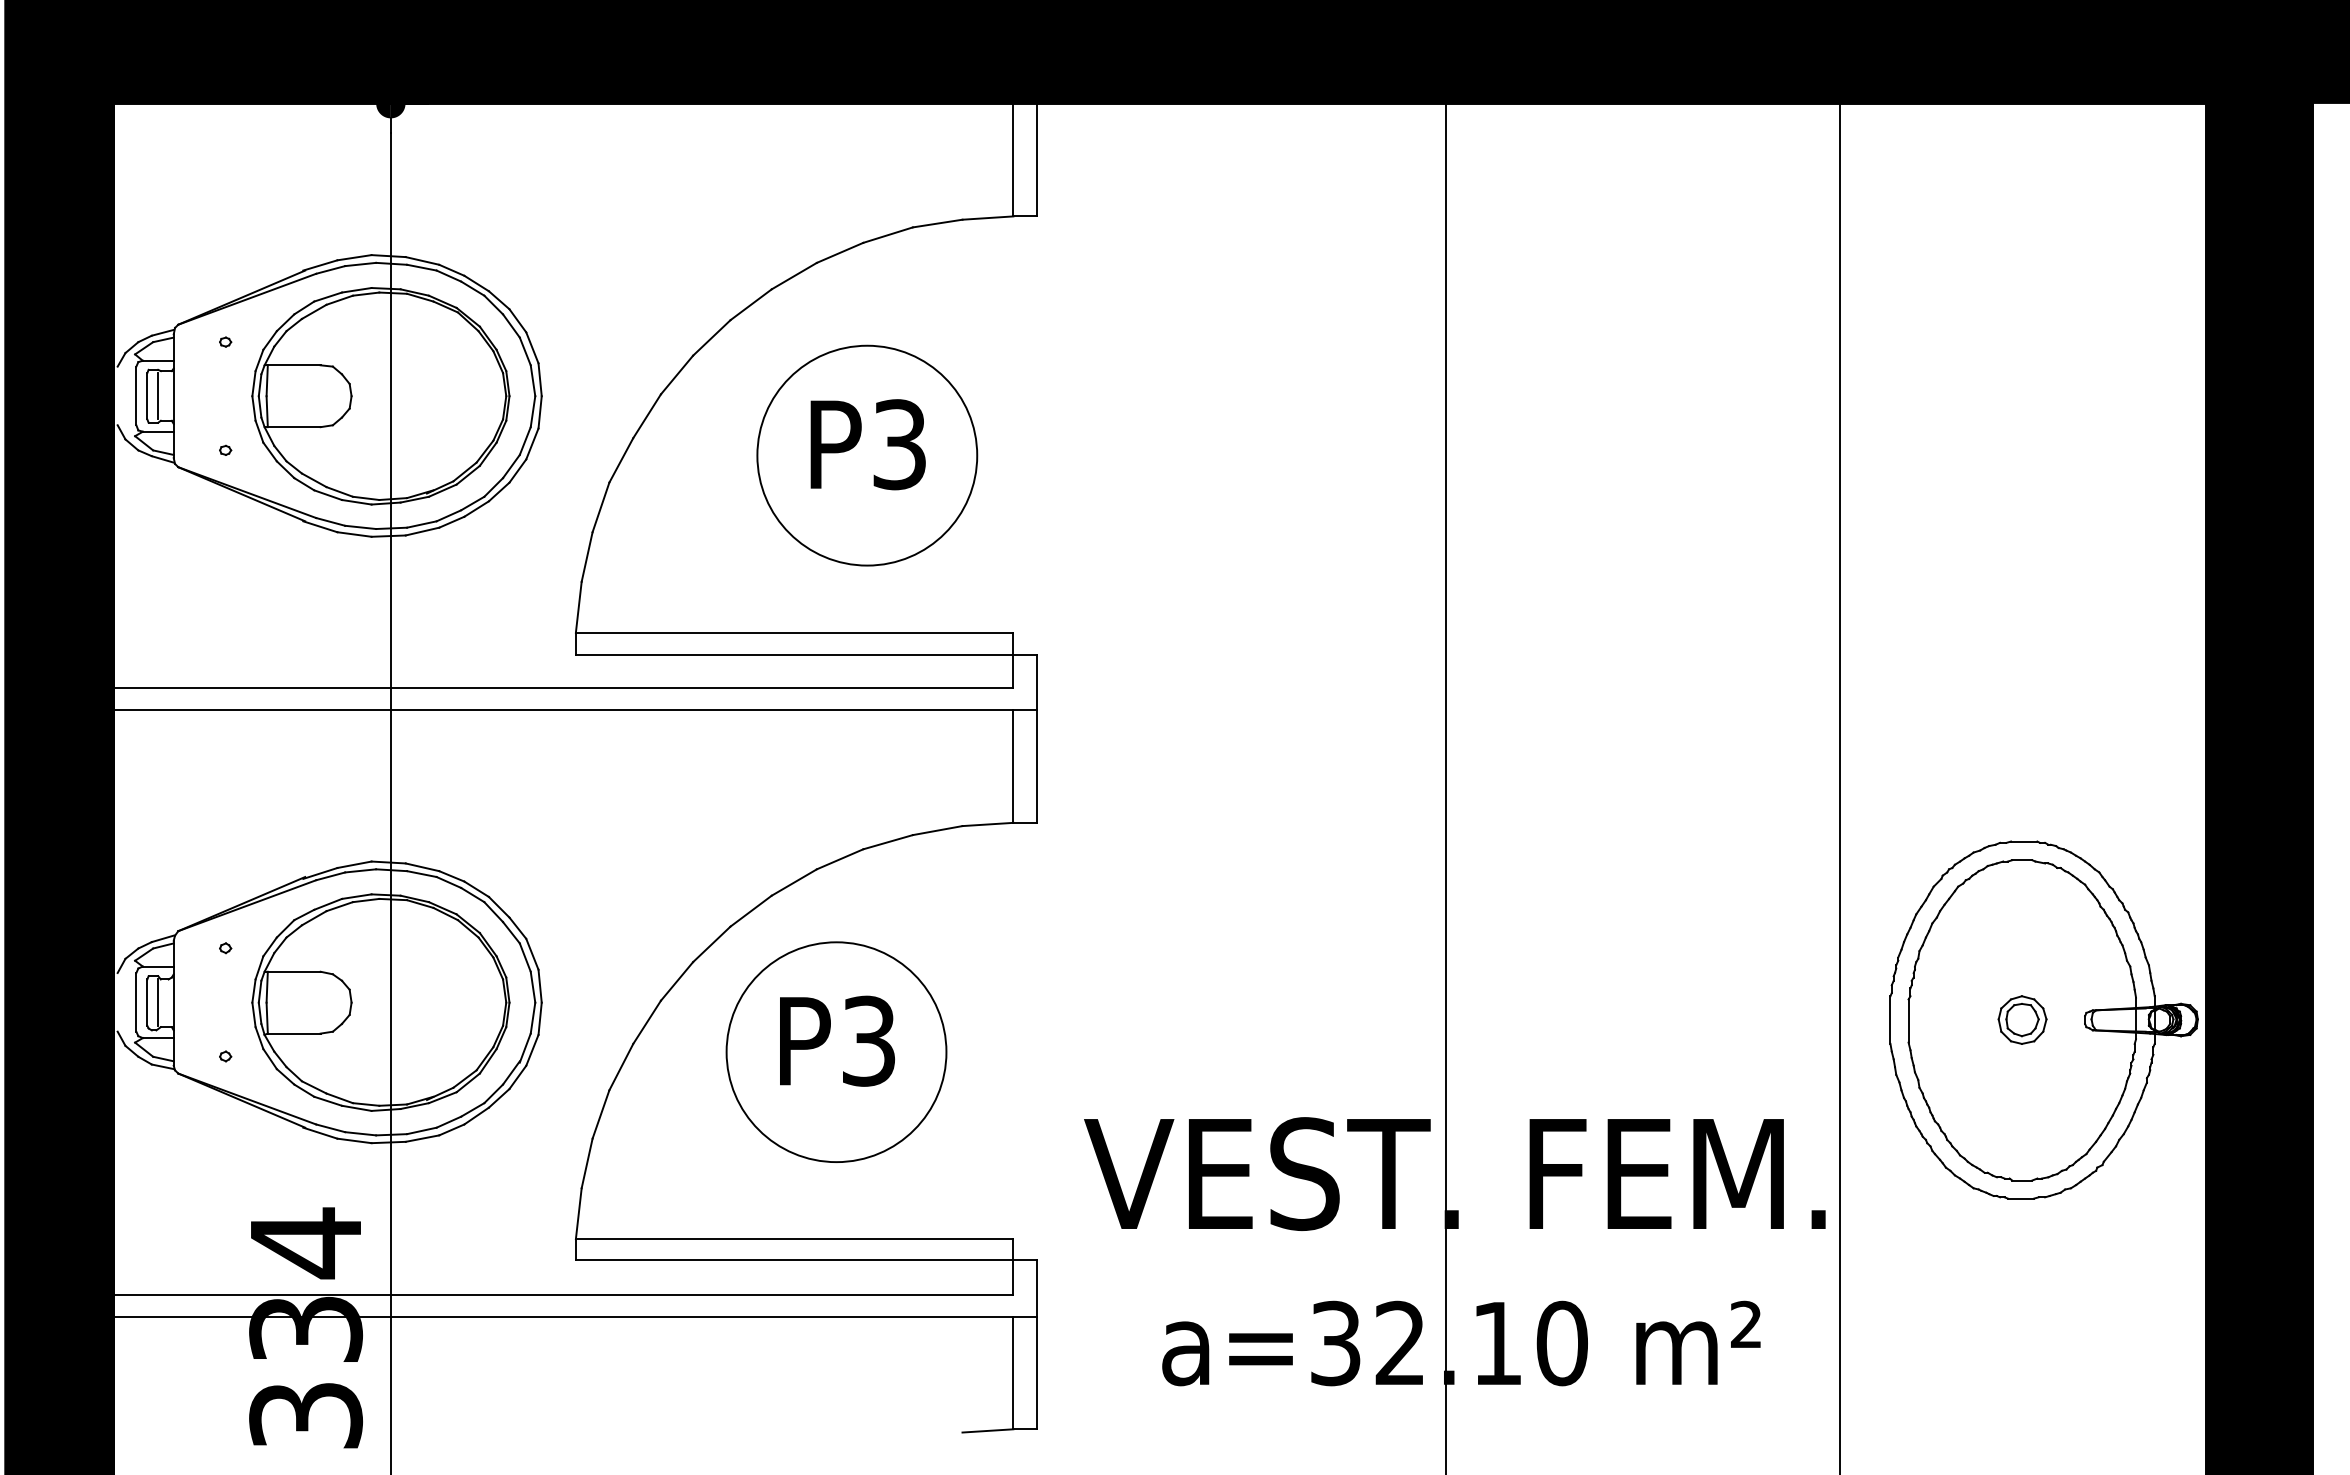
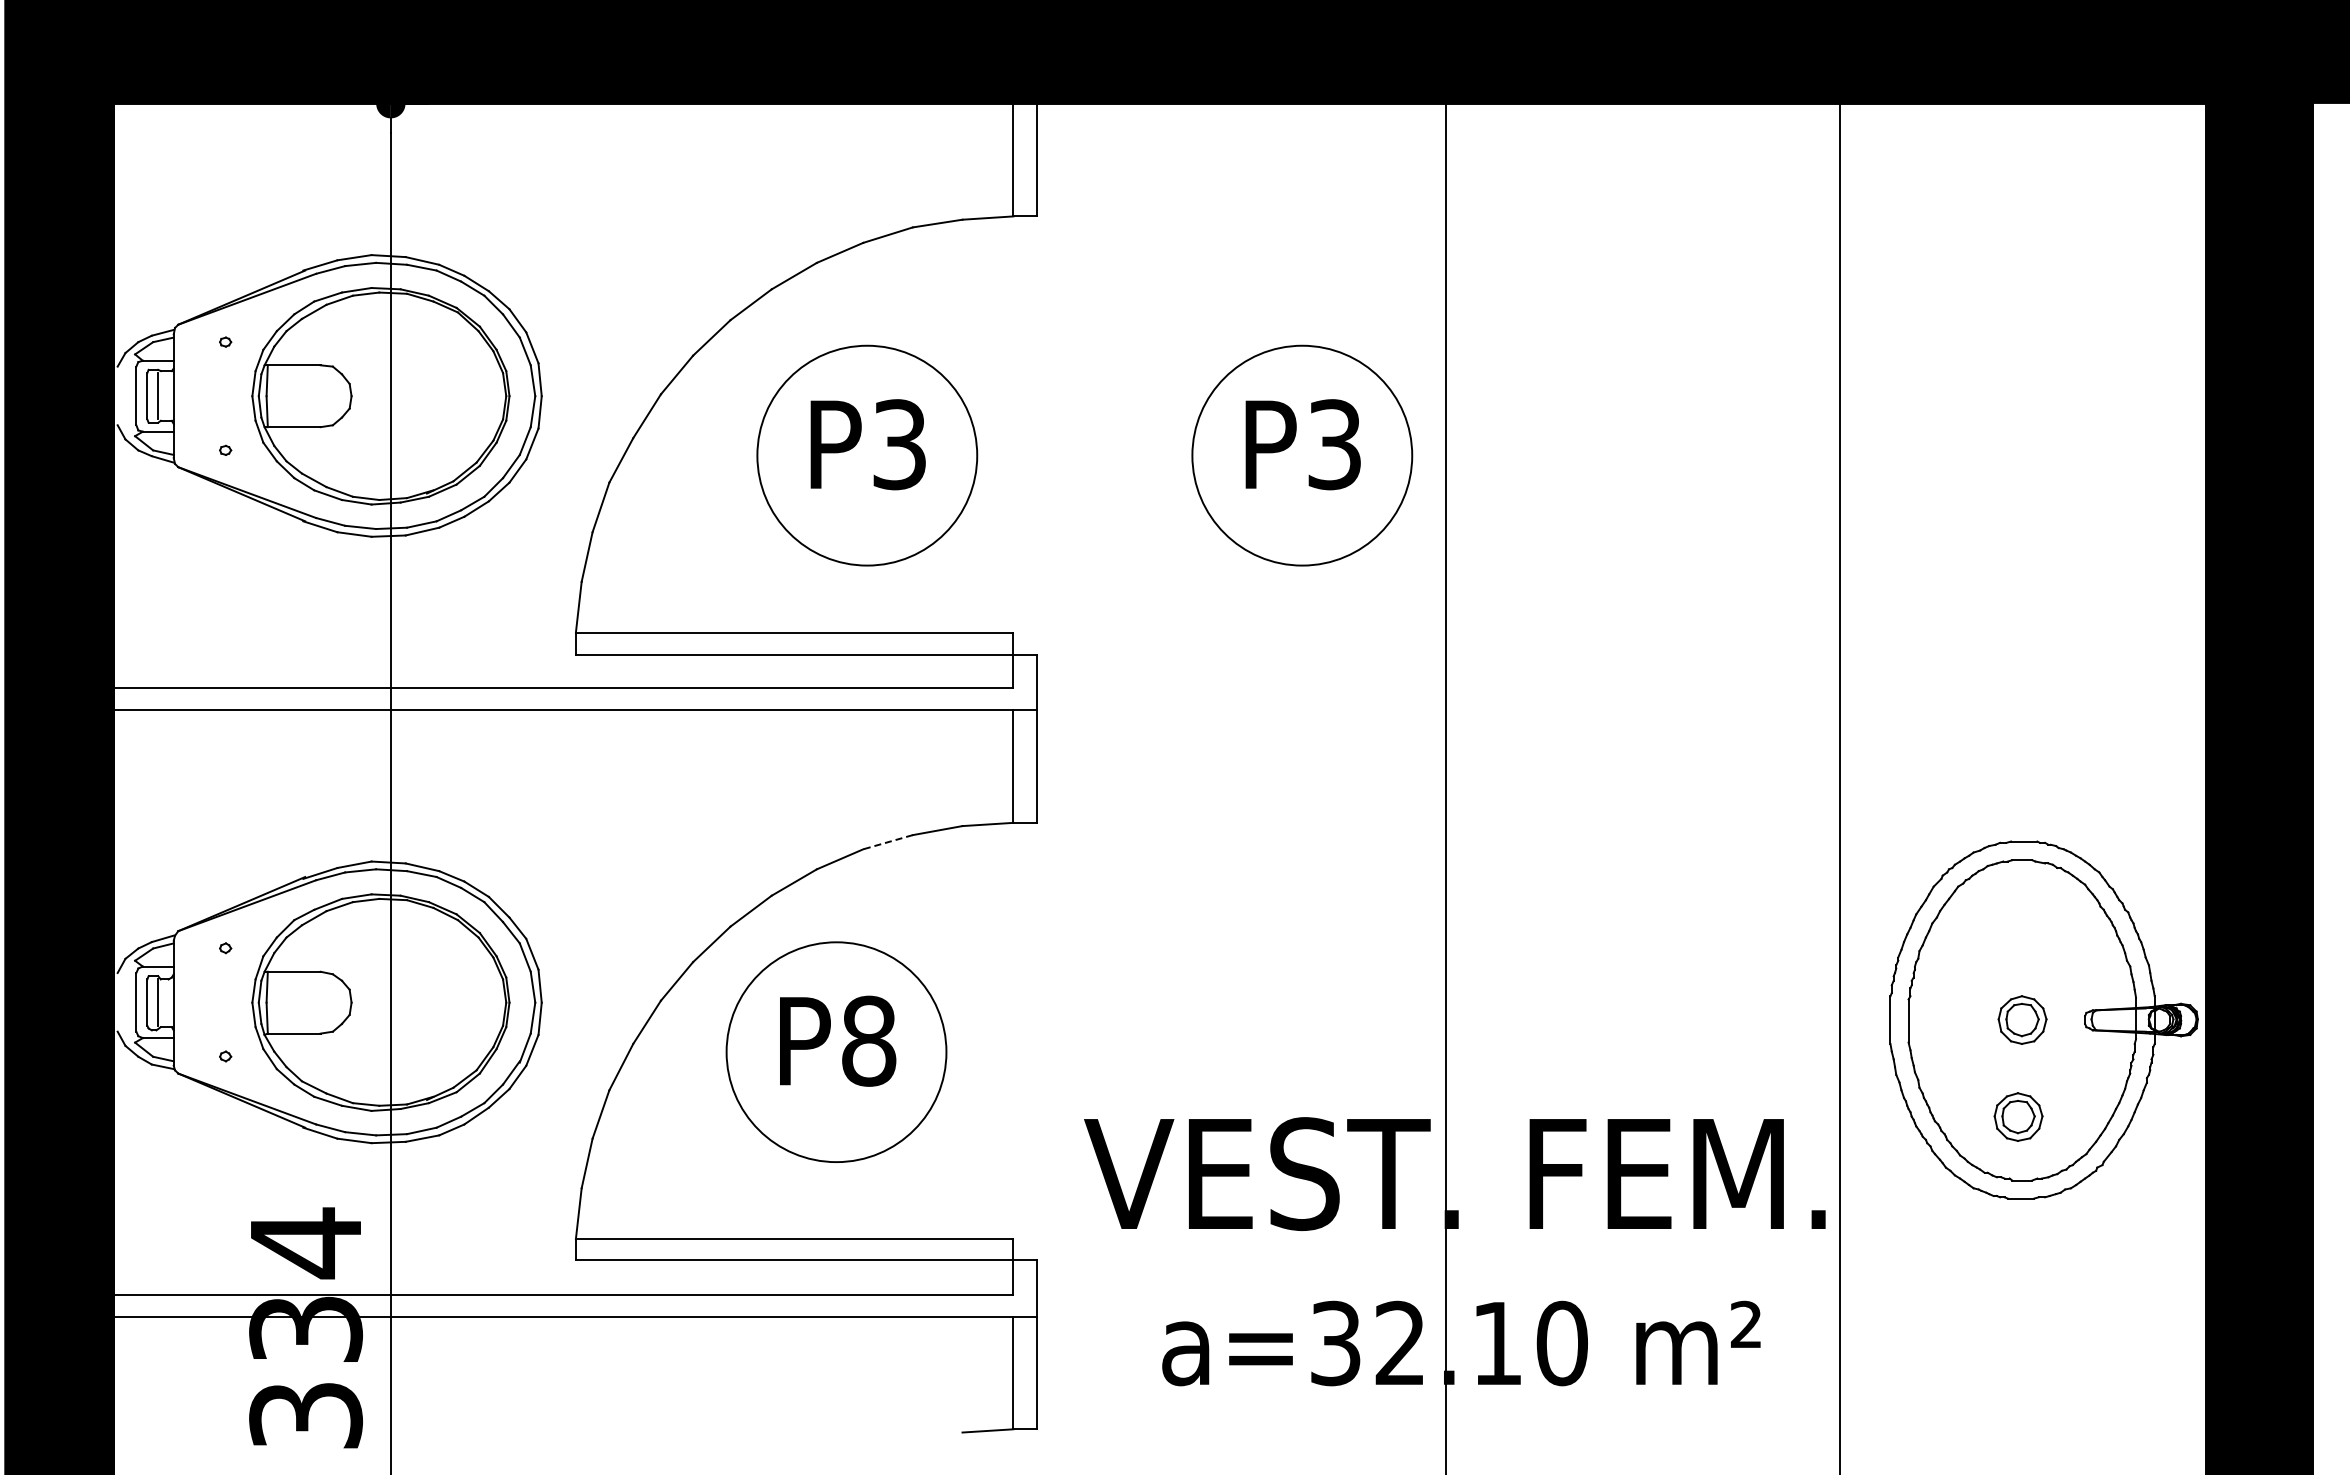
part at (1302, 455): none -> present
line at (888, 842): solid -> dashed
text at (869, 1040): P3 -> P8
part at (2018, 1116): none -> present
